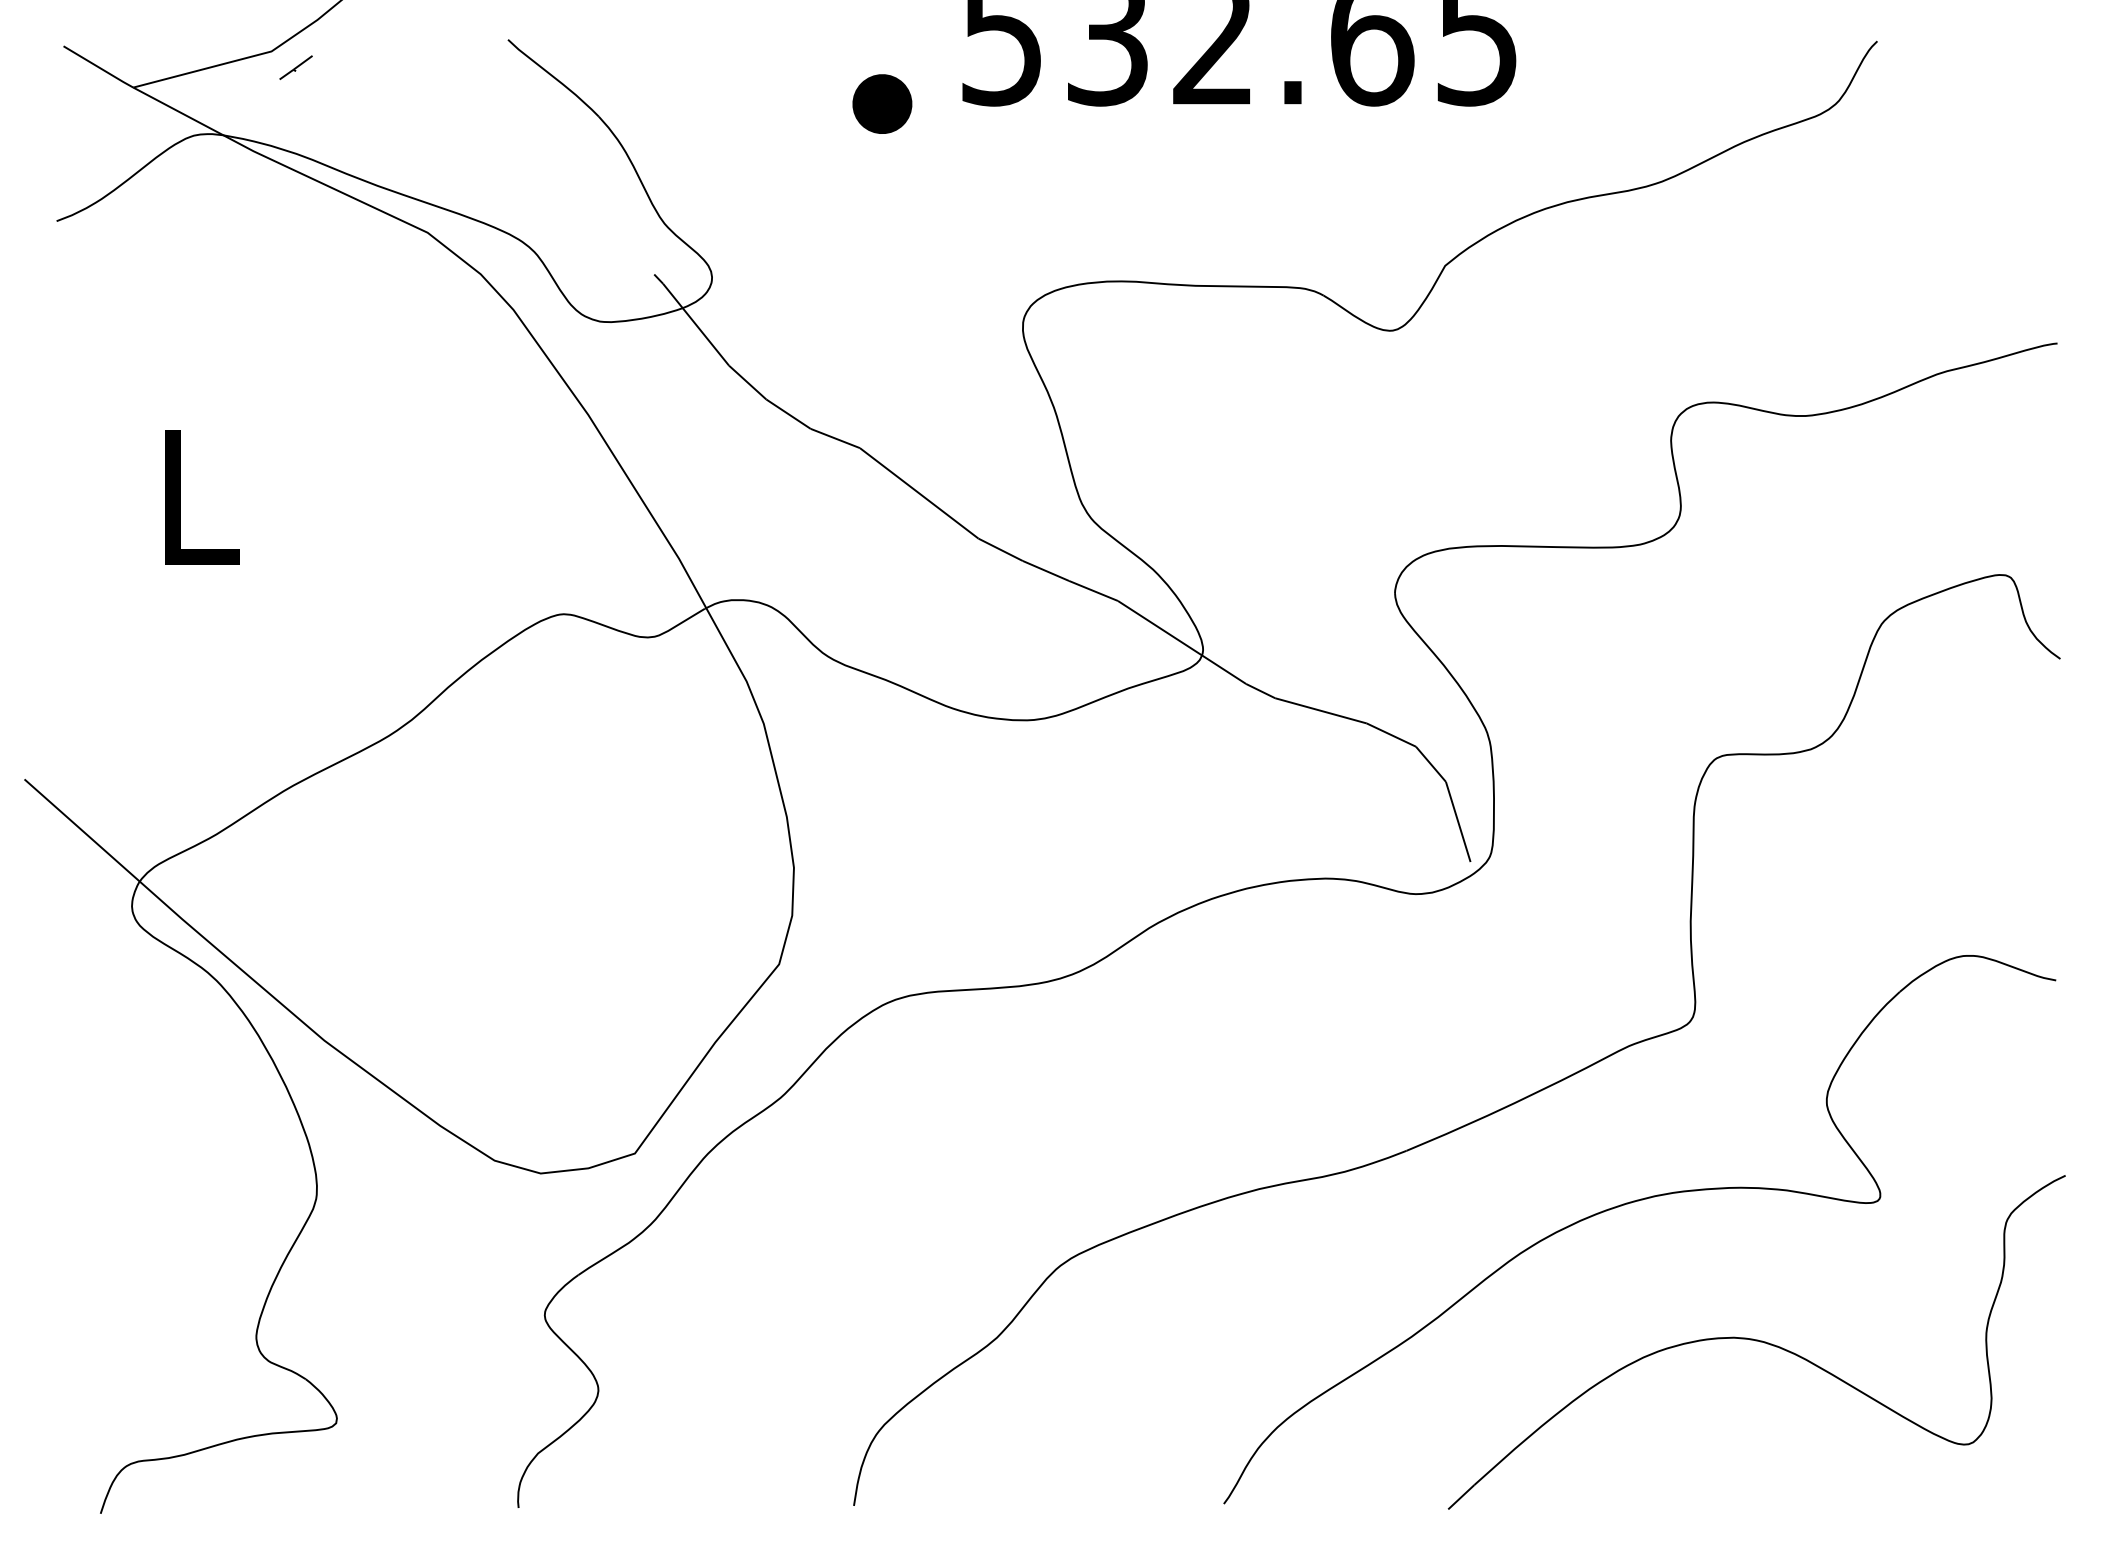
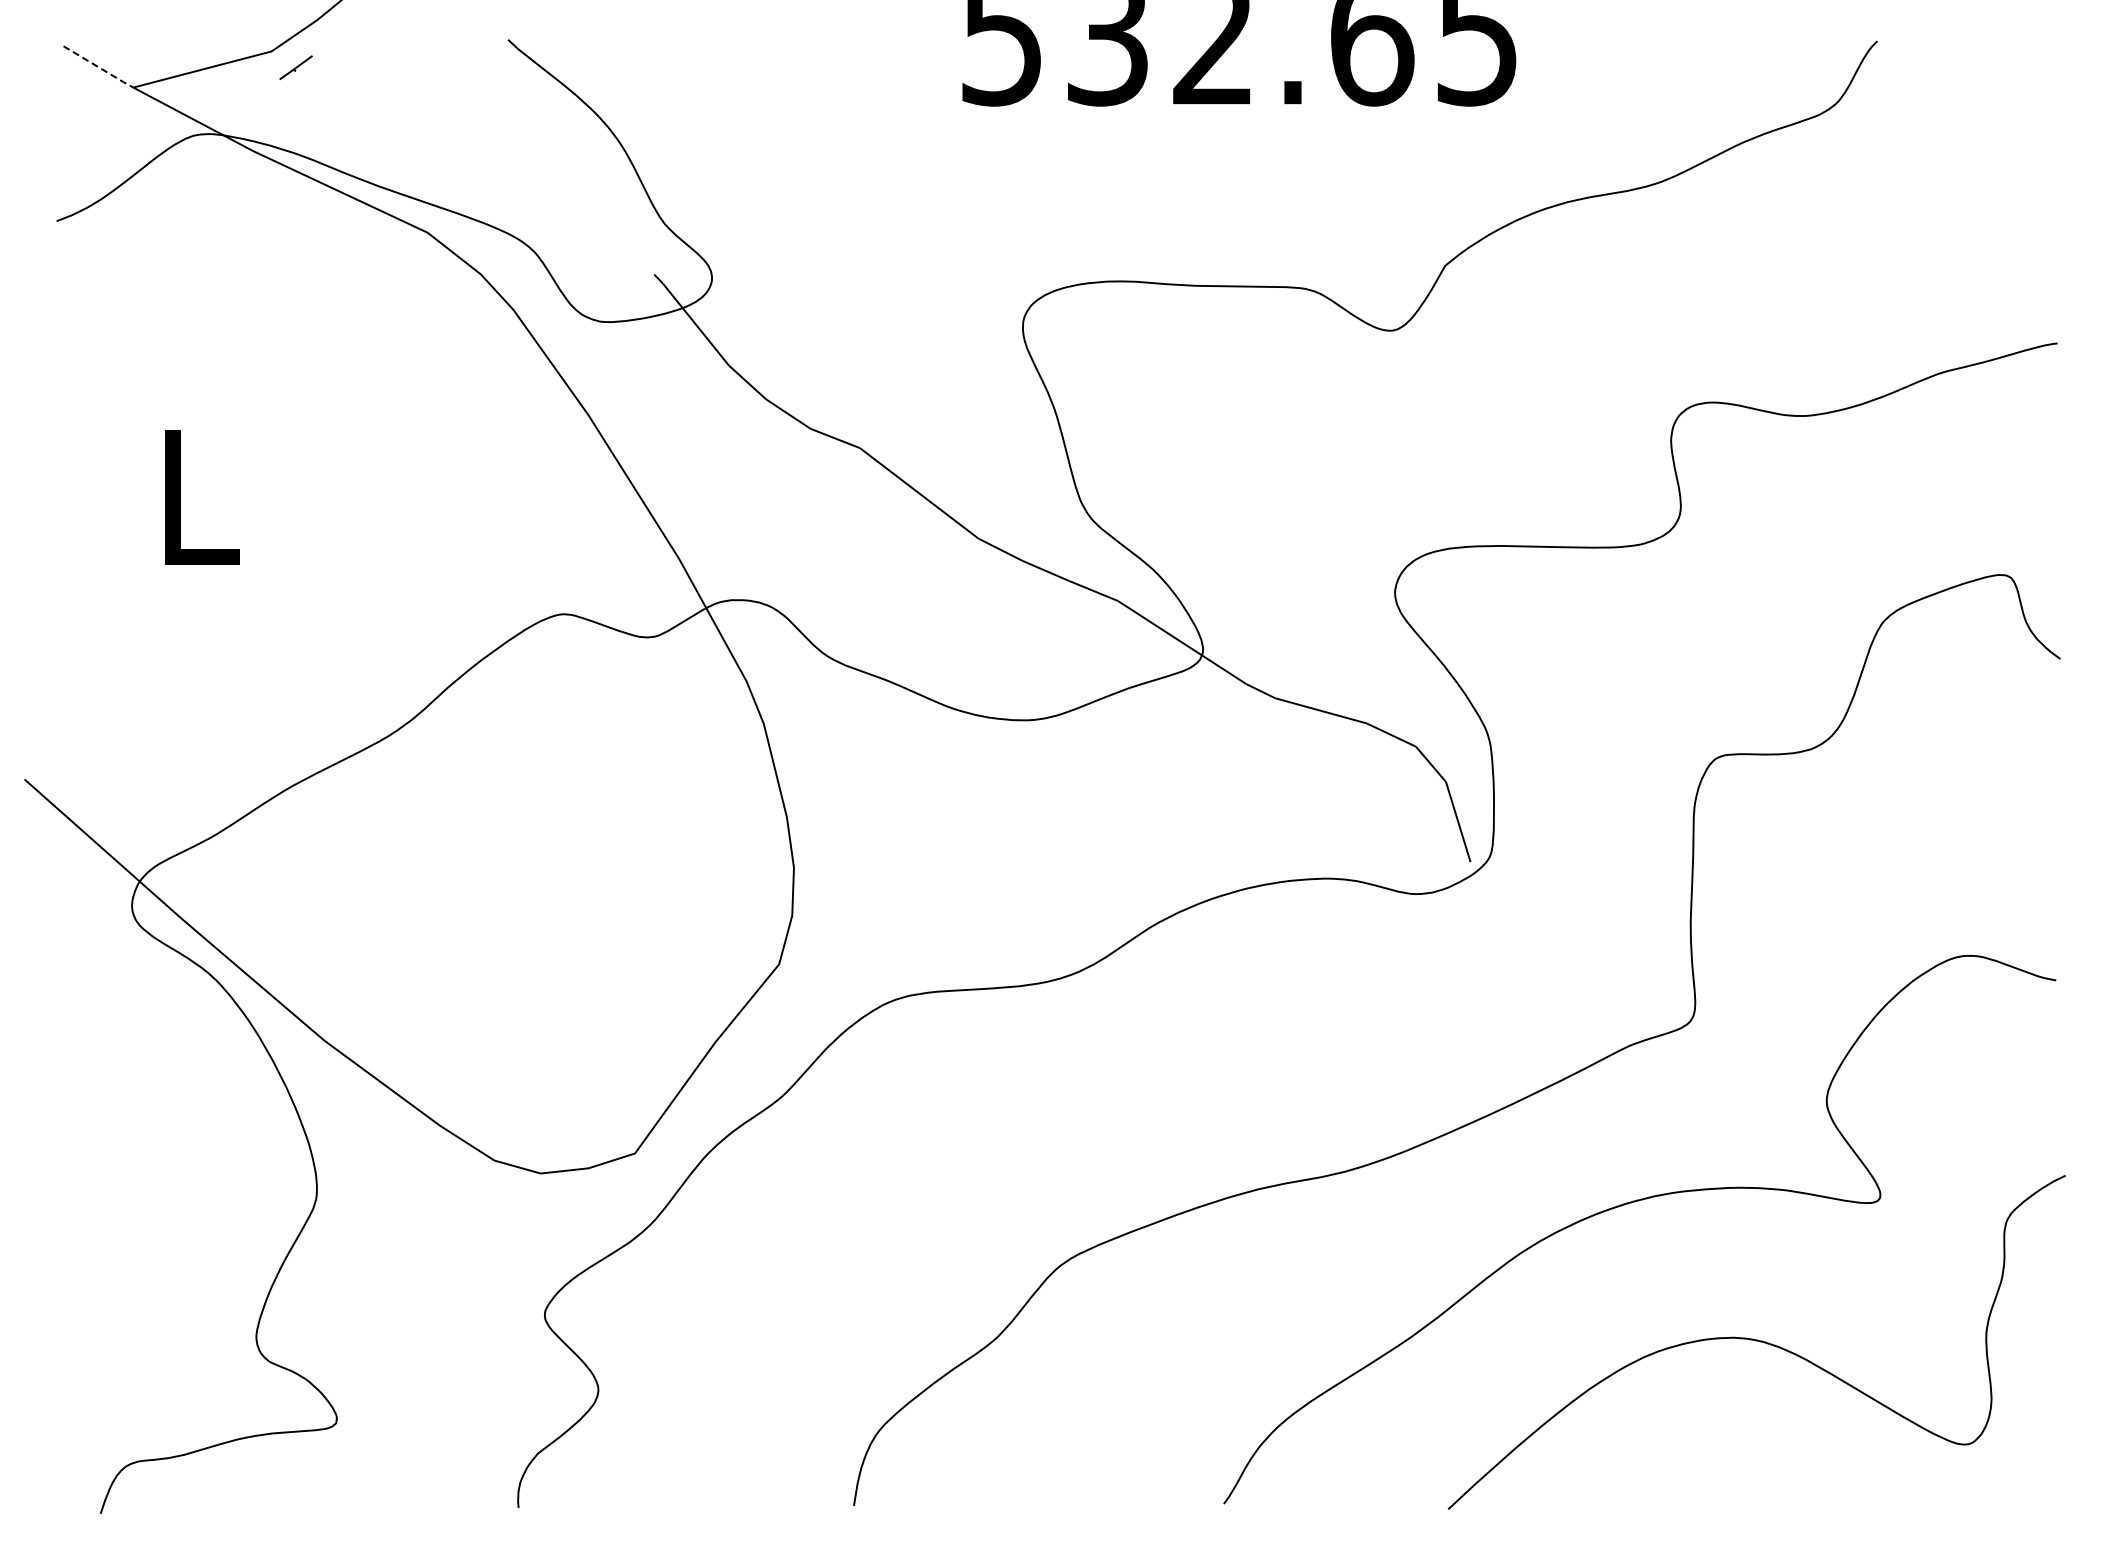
line at (99, 67): solid -> dashed
part at (882, 103): present -> none
